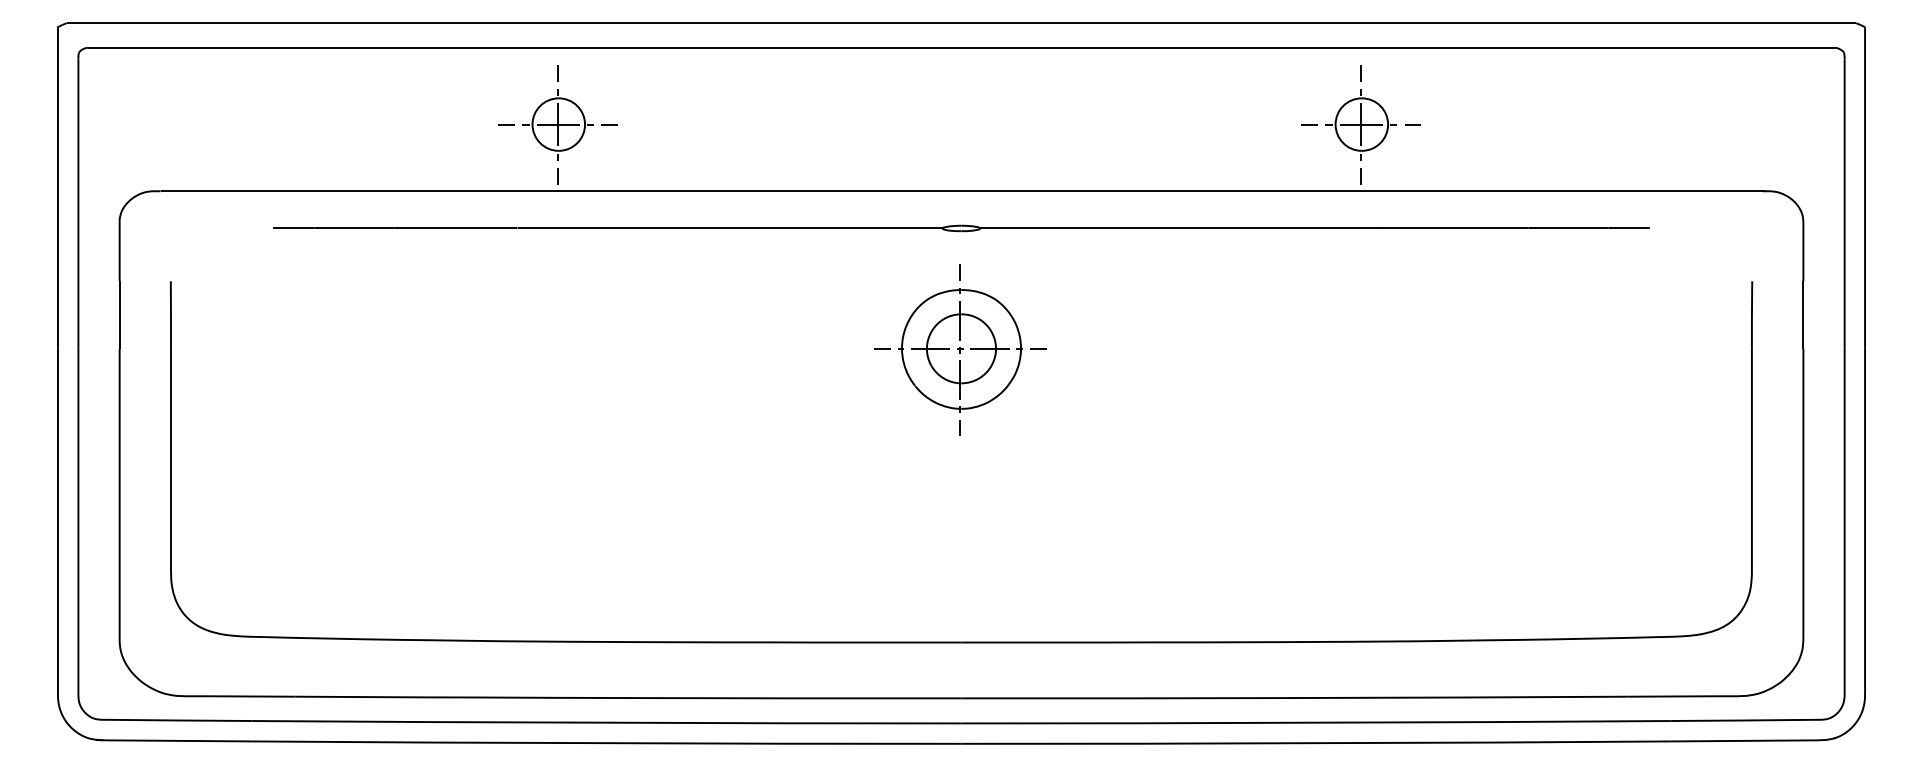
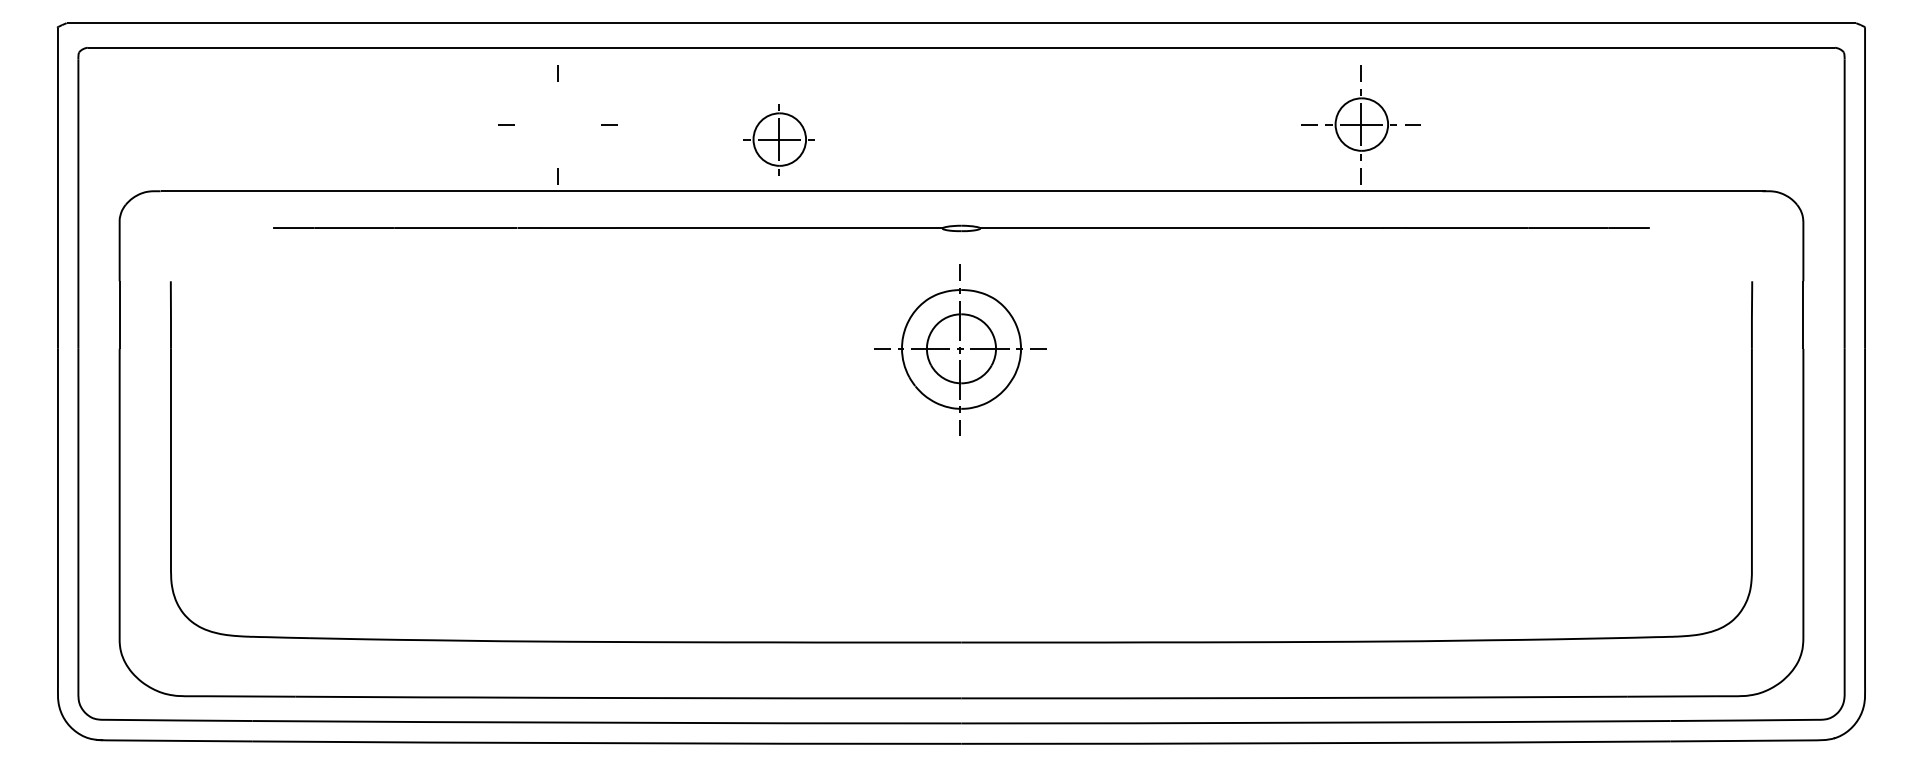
part at (557, 124) position: (557, 124) -> (778, 139)
